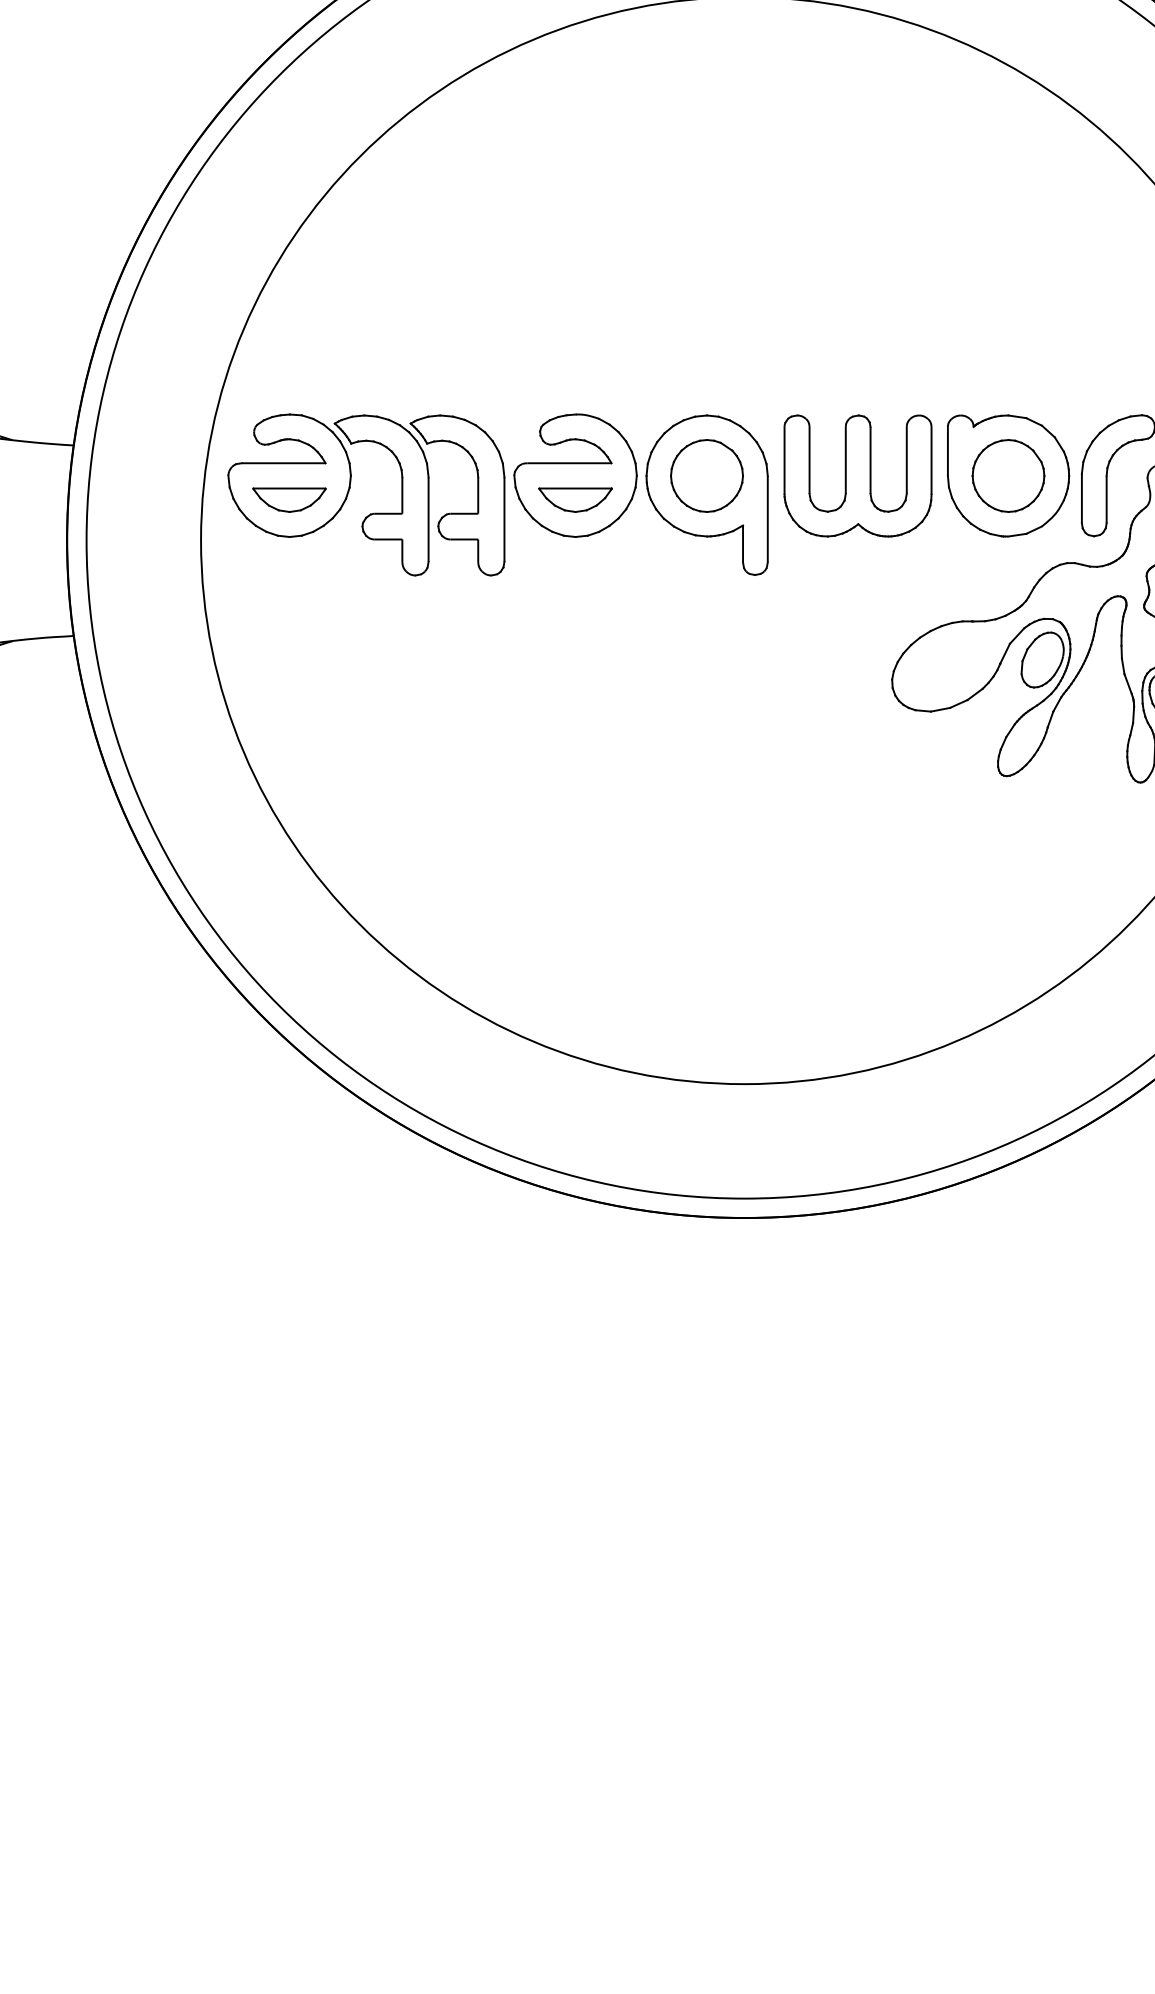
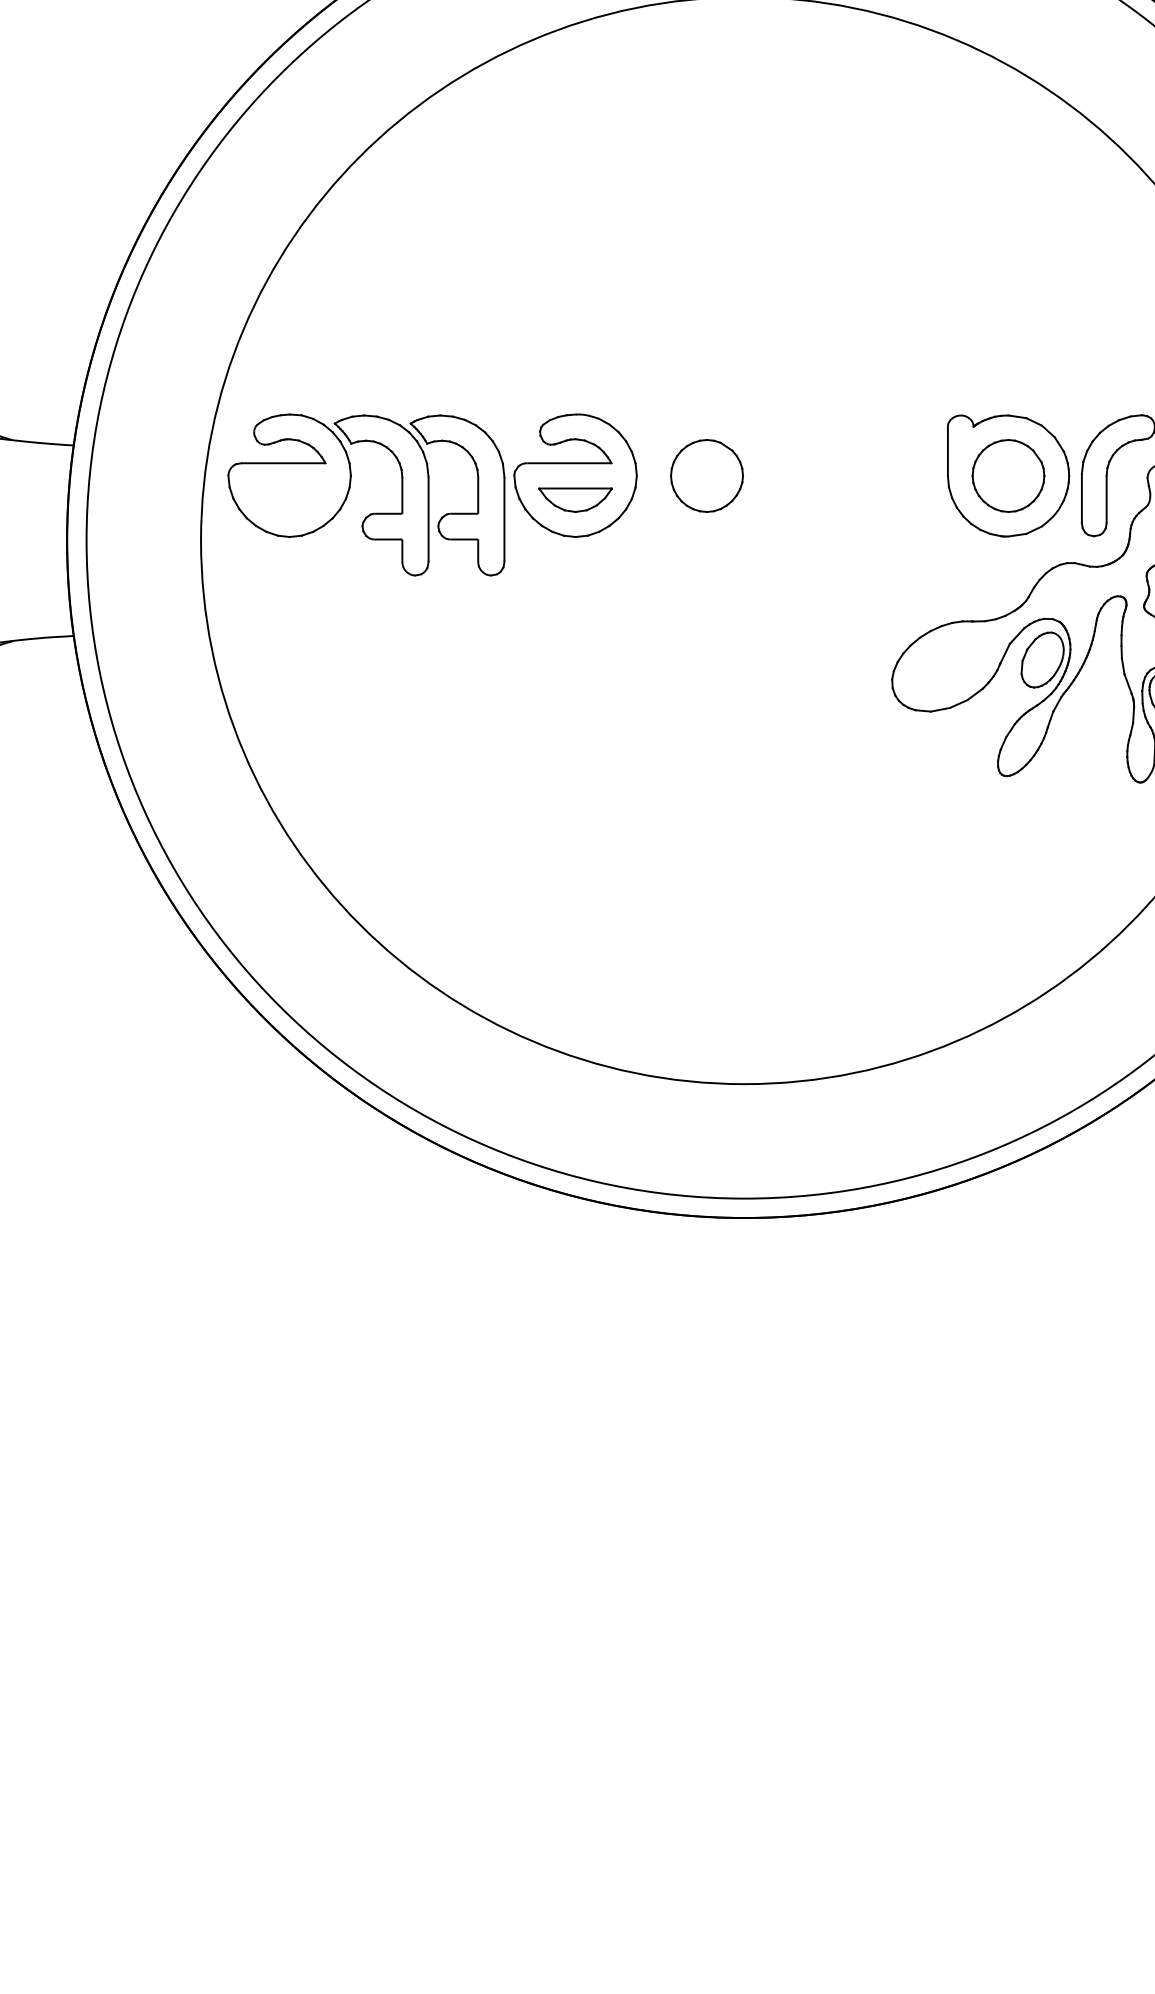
part at (857, 475): present -> none
part at (706, 494): present -> none
part at (289, 499): present -> none
